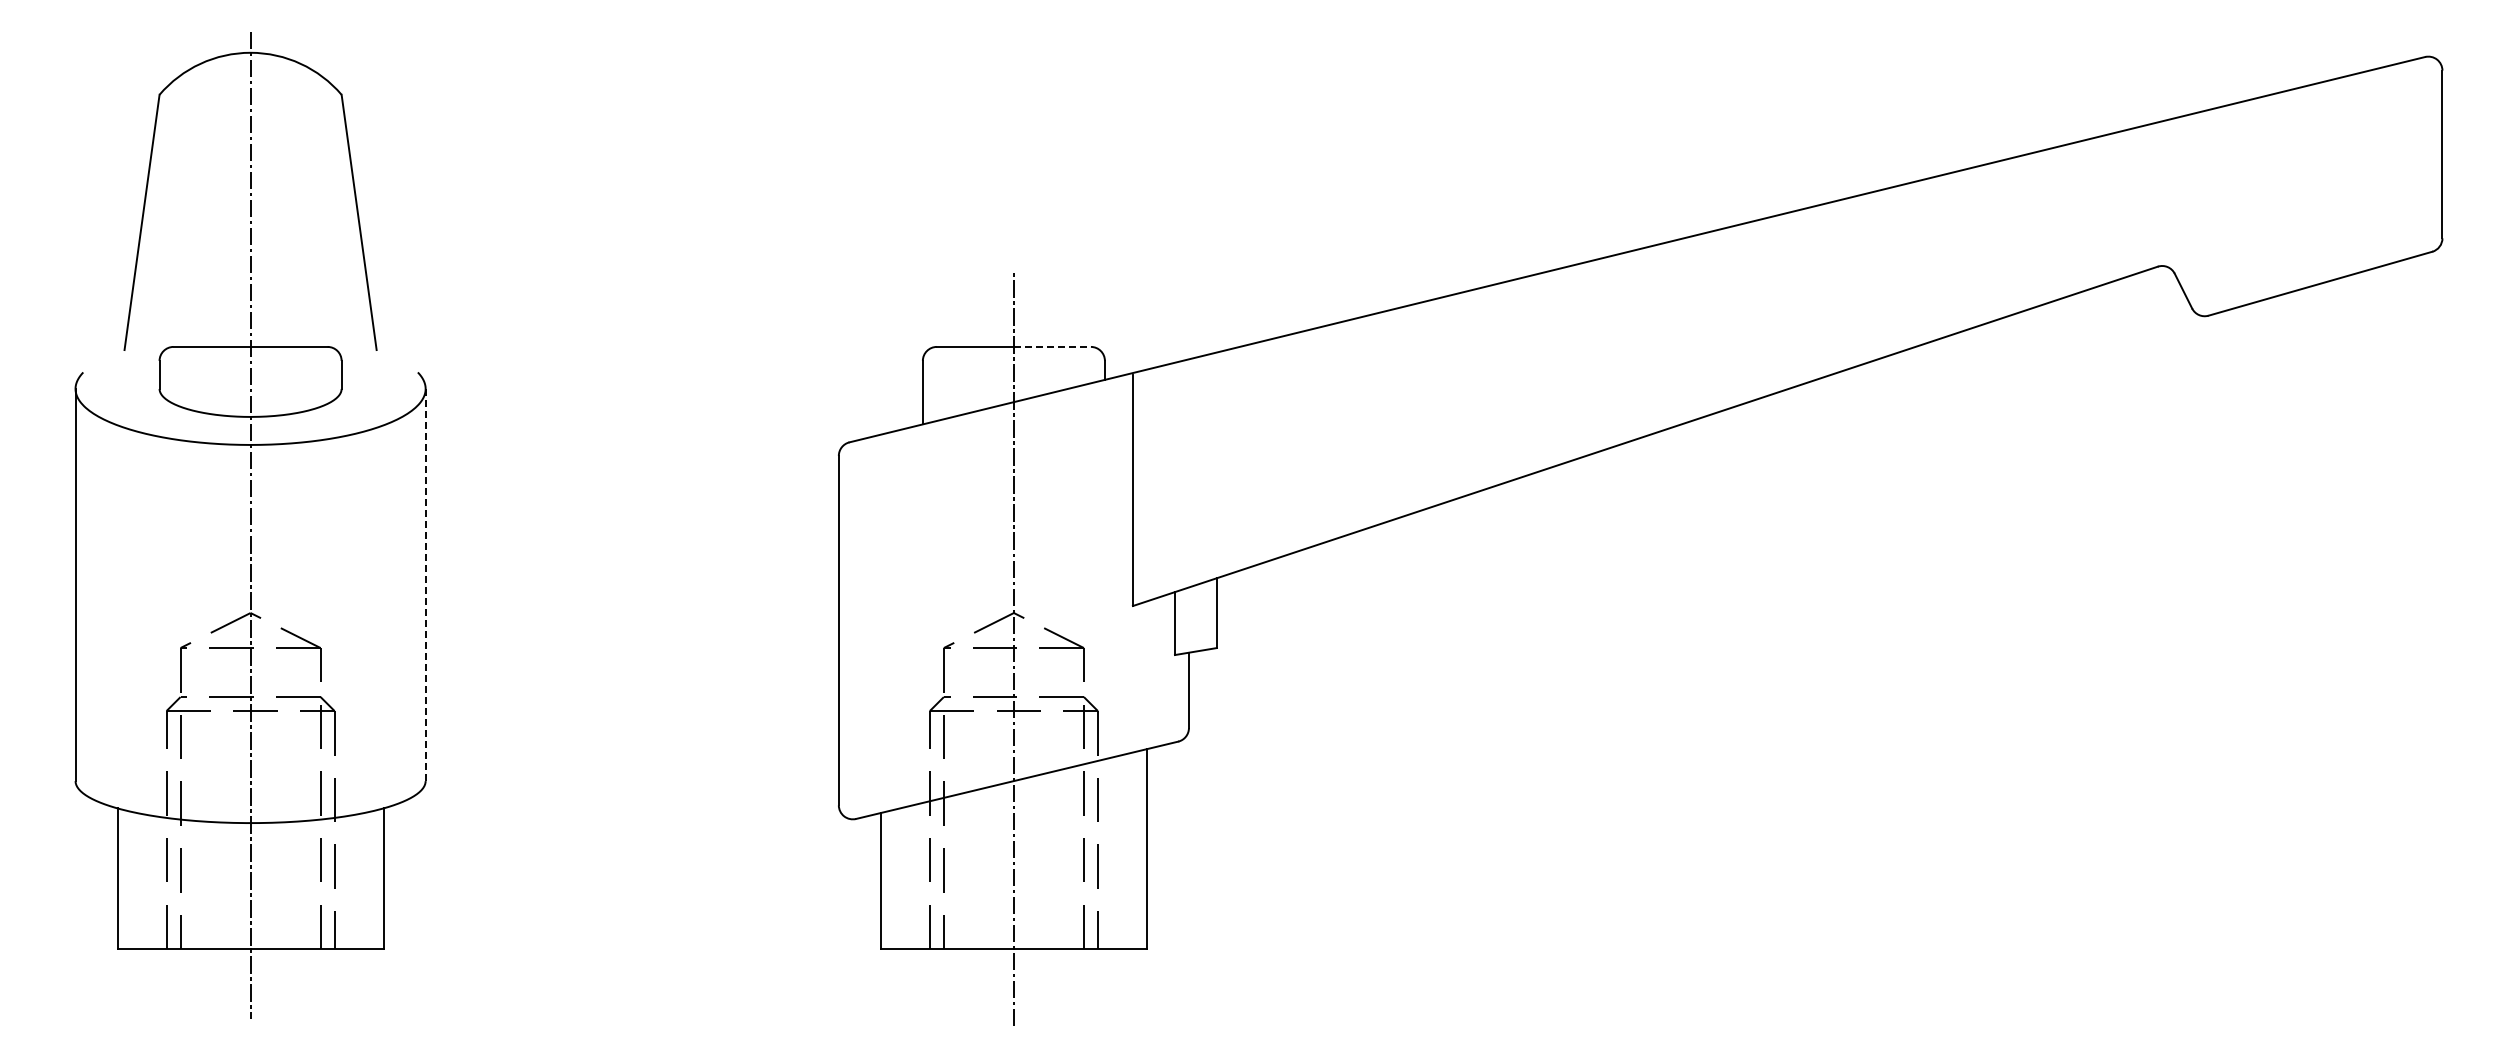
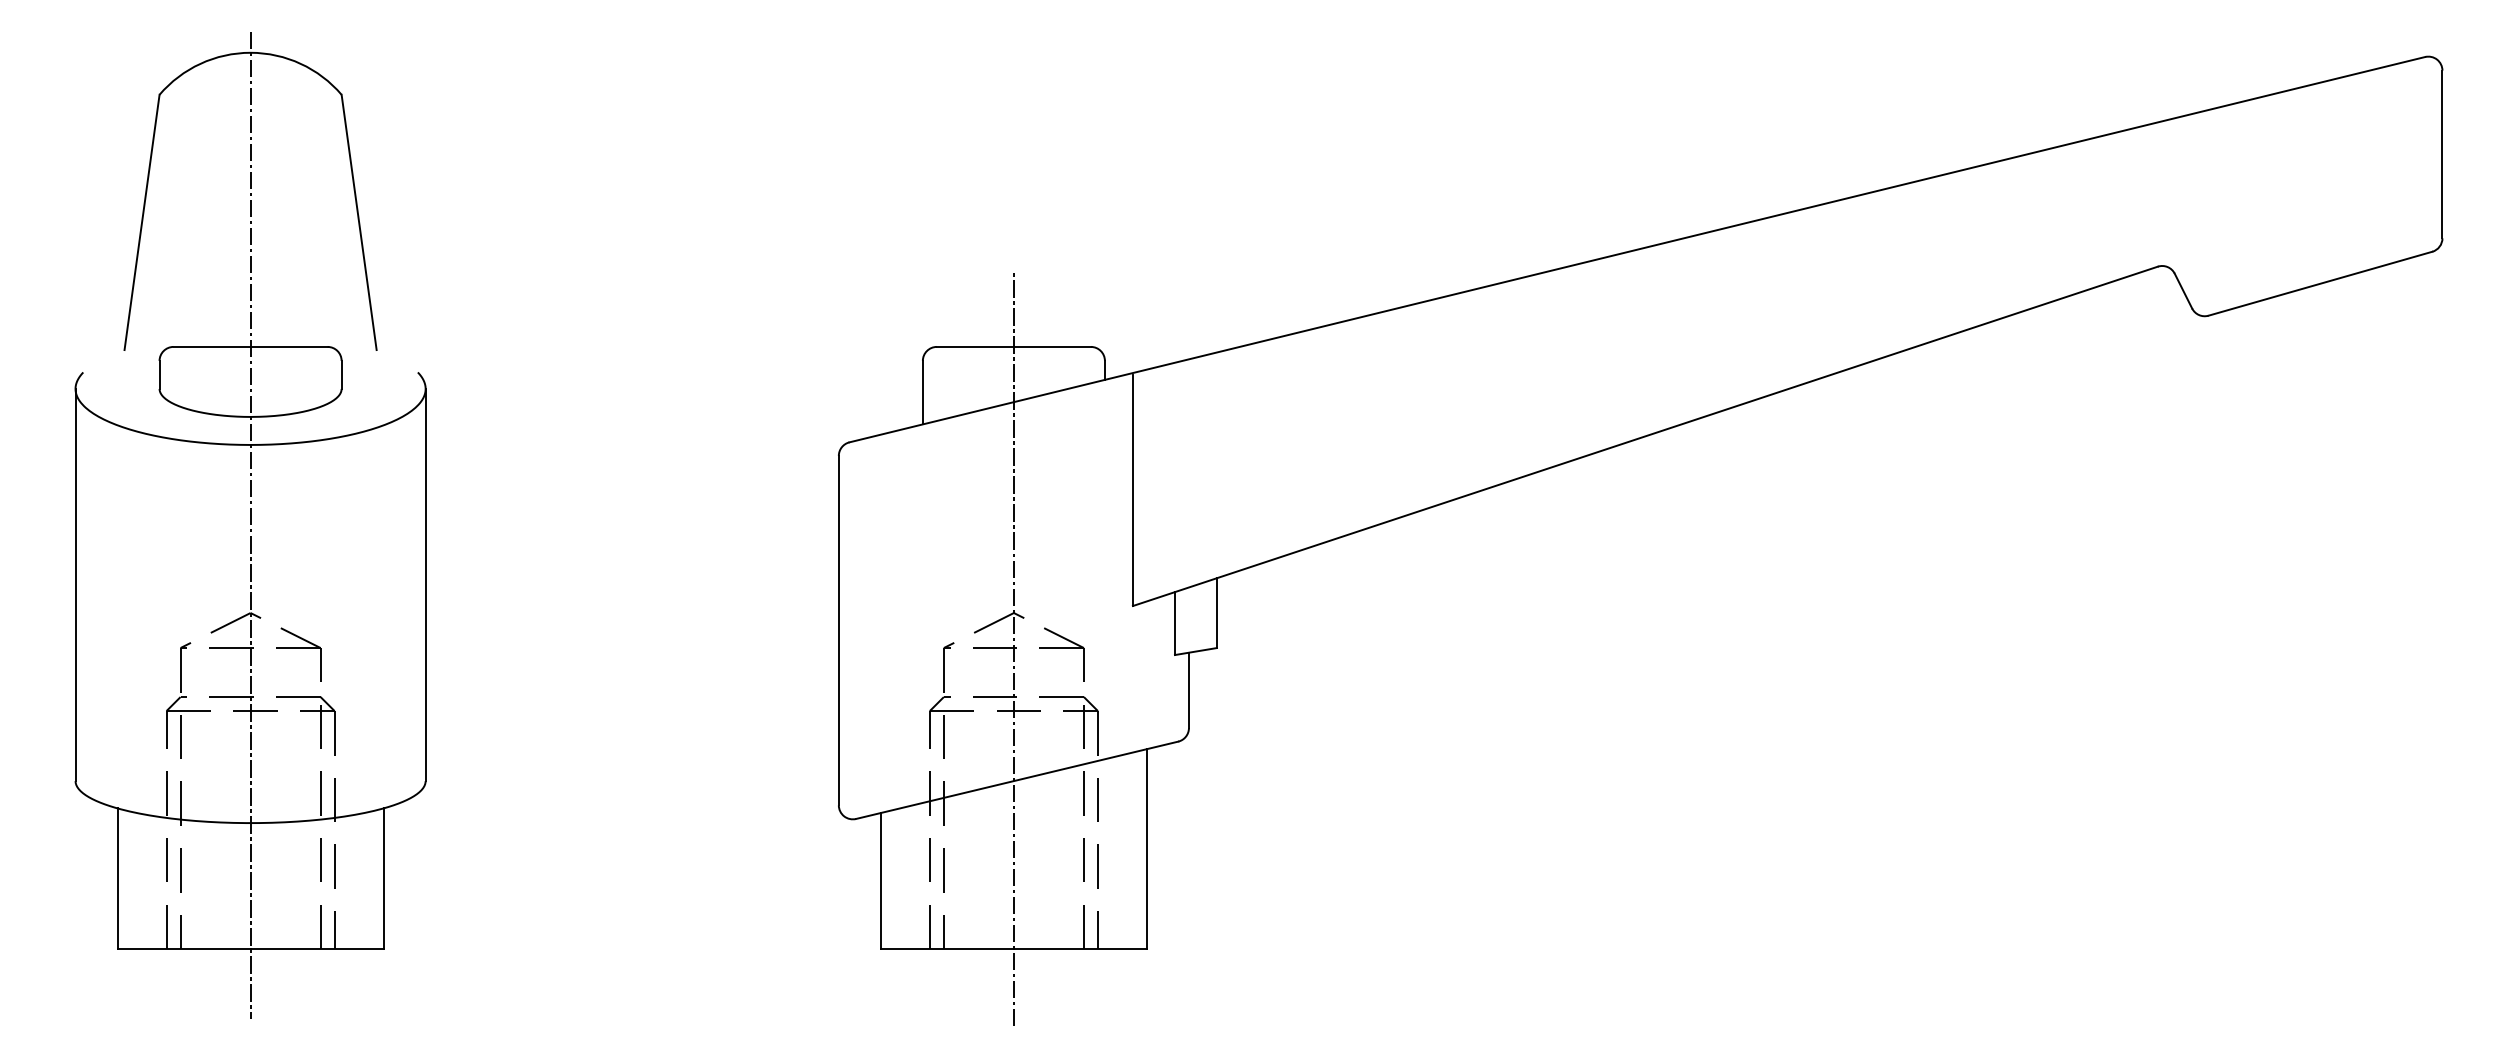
line at (1052, 346): dashed -> solid
line at (425, 584): dashed -> solid
